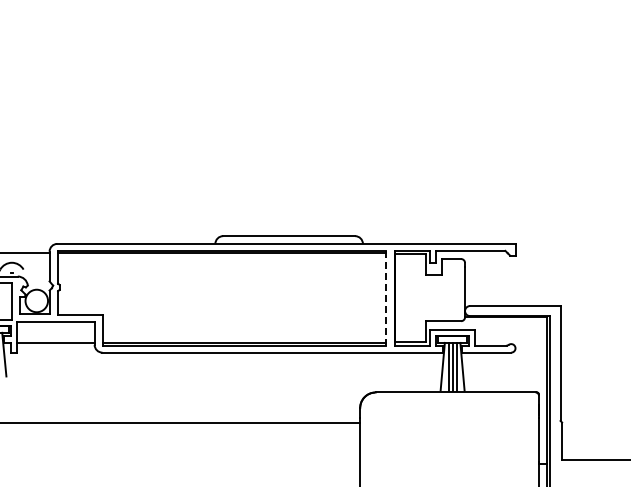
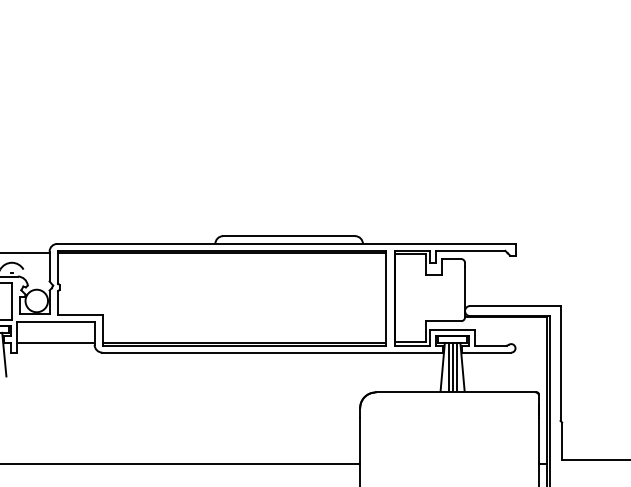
line at (385, 298): dashed -> solid
line at (181, 422) position: (181, 422) -> (181, 463)
